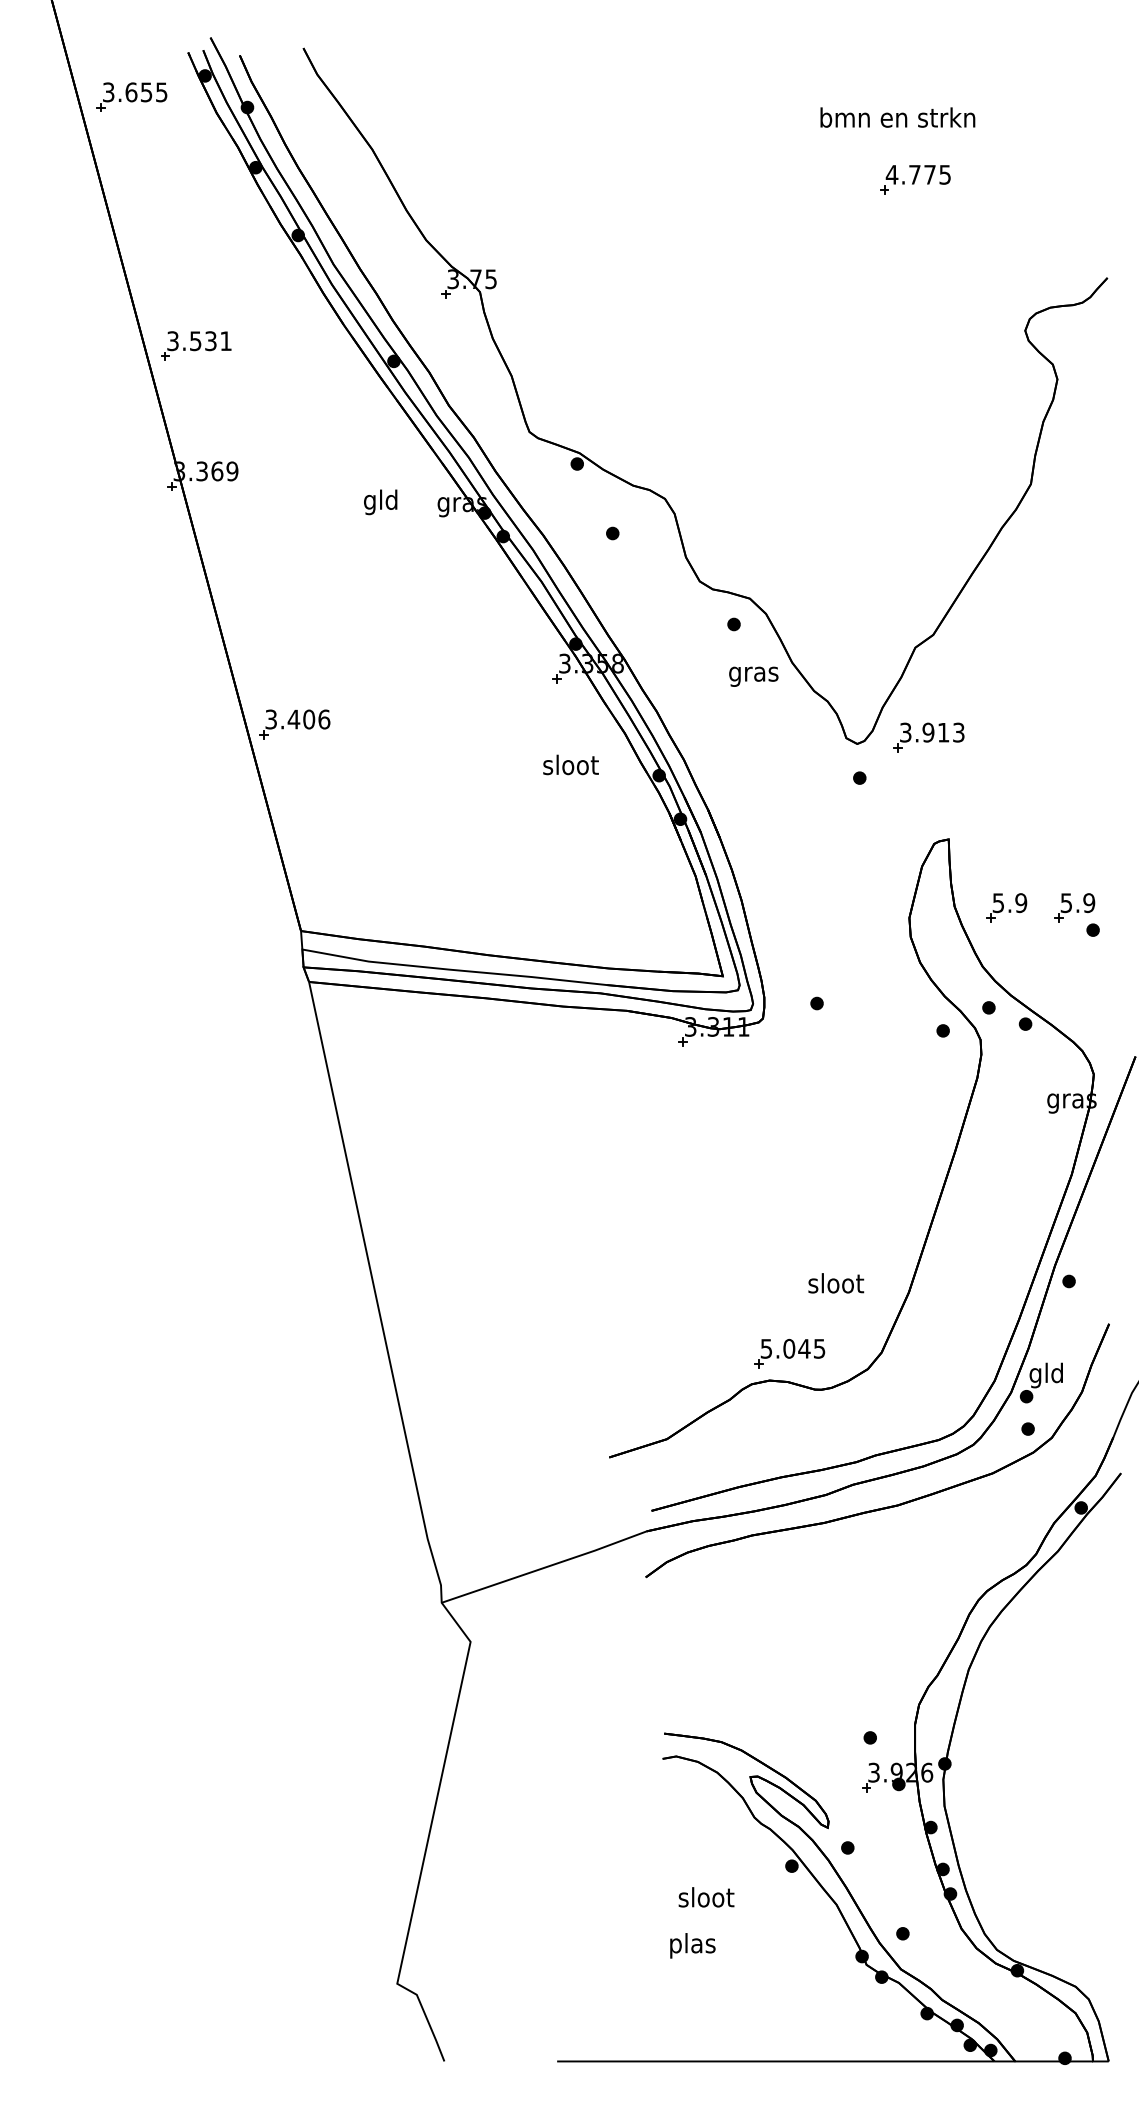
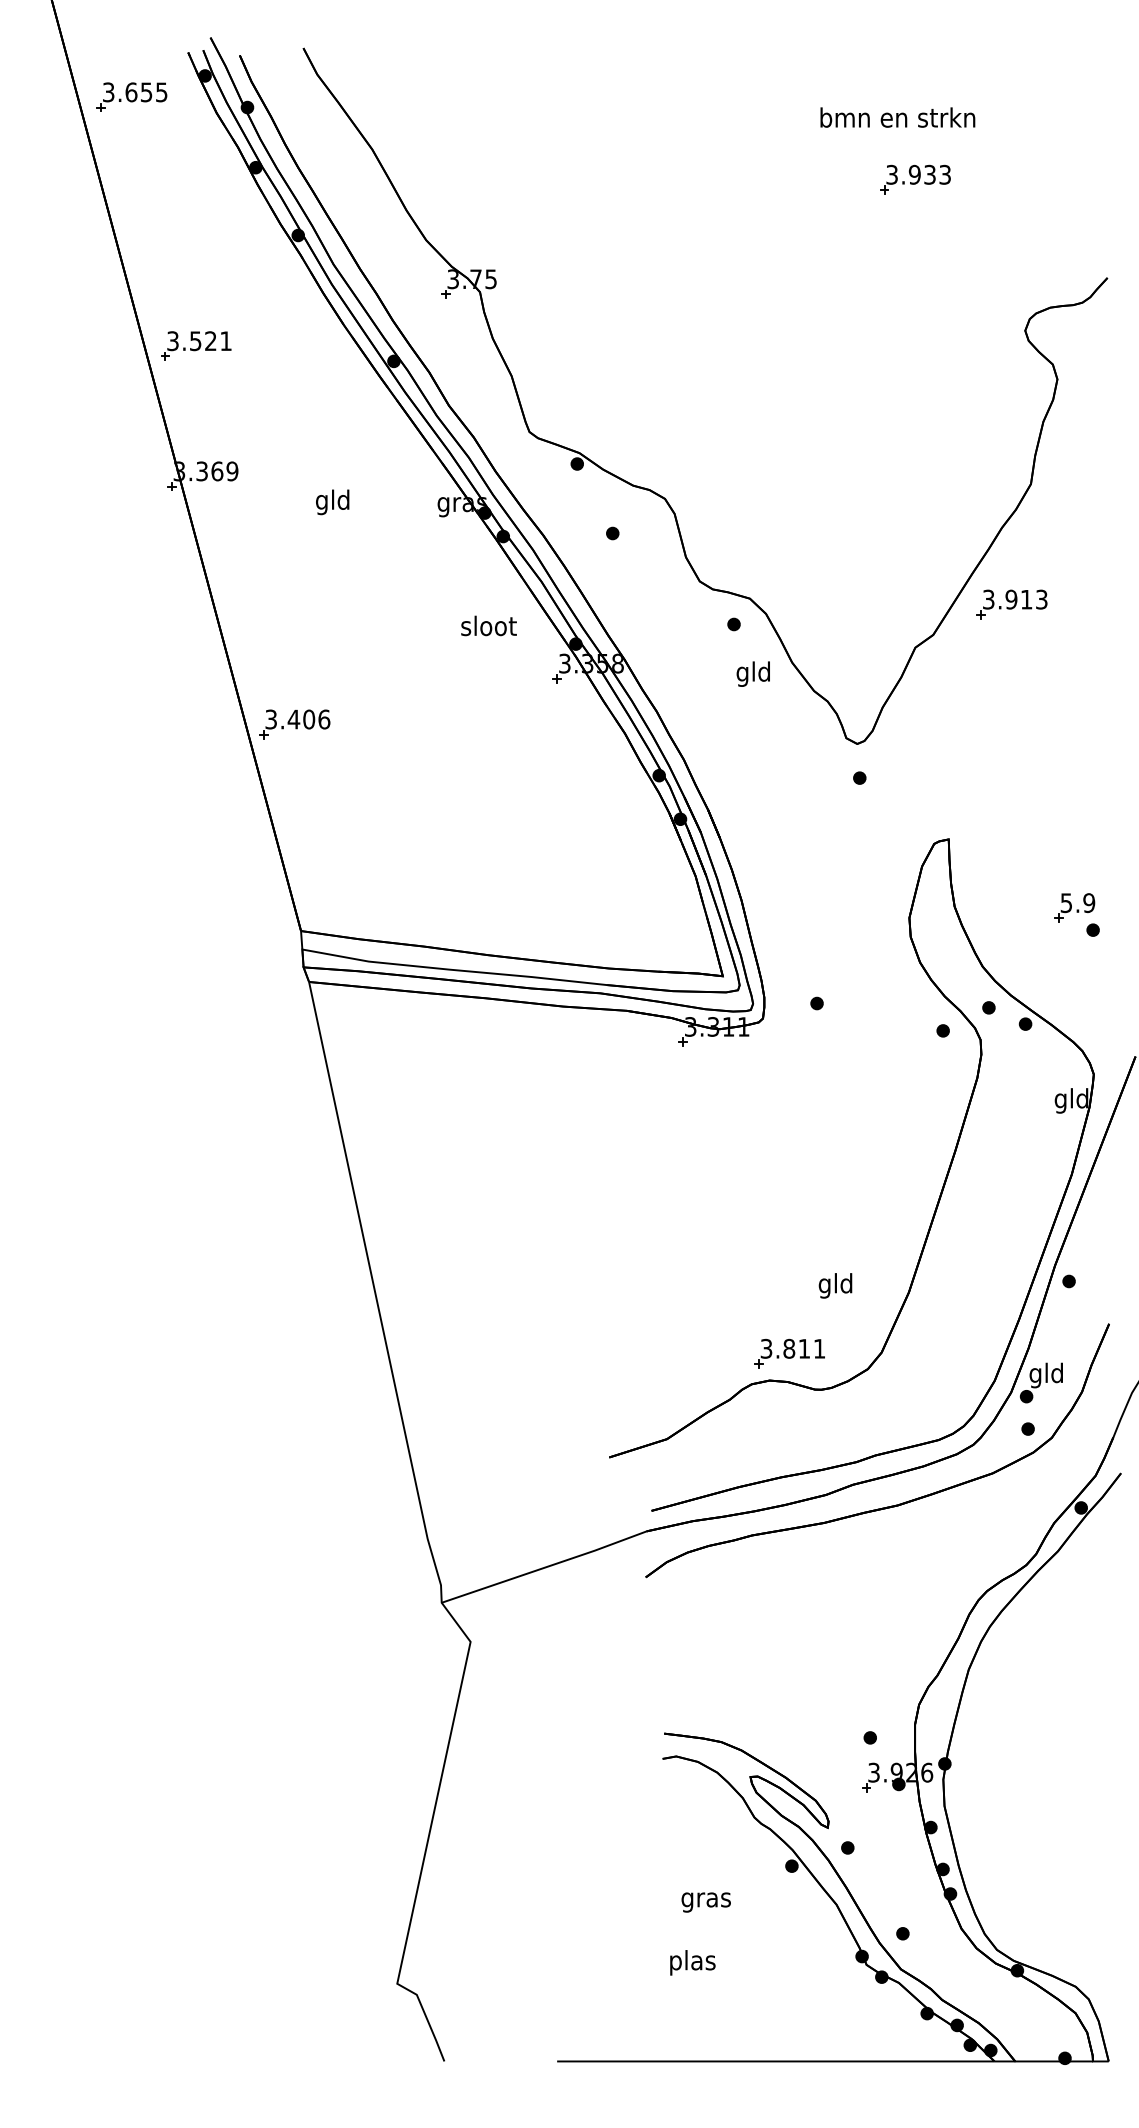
text at (917, 174): 4.775 -> 3.933
text at (210, 341): 3.531 -> 3.521
text at (380, 502) position: (380, 502) -> (332, 502)
text at (753, 673): gras -> gld
part at (928, 737) position: (928, 737) -> (1011, 604)
text at (570, 764) position: (570, 764) -> (488, 625)
part at (1006, 907): present -> none
text at (1071, 1100): gras -> gld
text at (836, 1285): sloot -> gld
text at (793, 1348): 5.045 -> 3.811
text at (706, 1899): sloot -> gras
text at (692, 1945) position: (692, 1945) -> (692, 1962)
